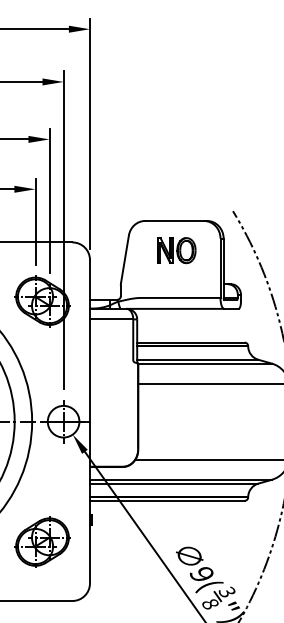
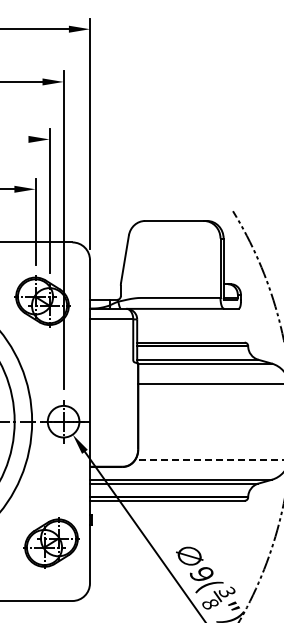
line at (15, 139): present -> none
part at (176, 250): present -> none
line at (209, 459): solid -> dashed
part at (42, 541) position: (42, 541) -> (51, 542)
